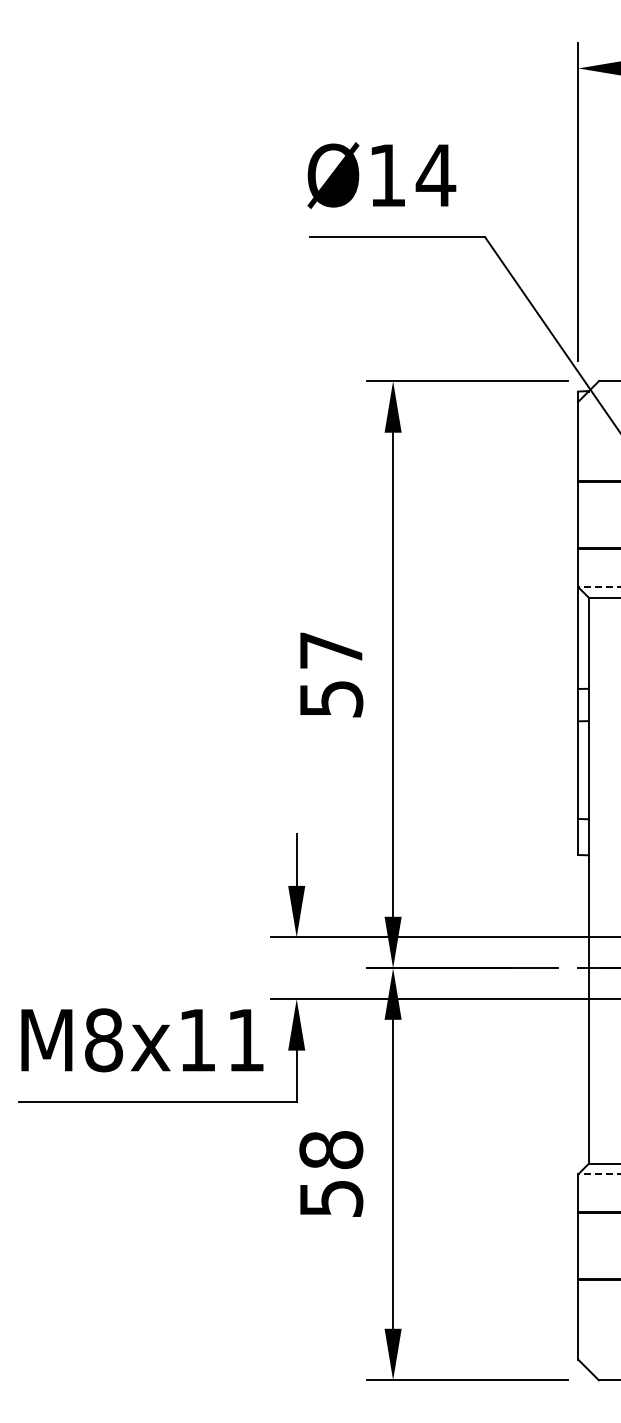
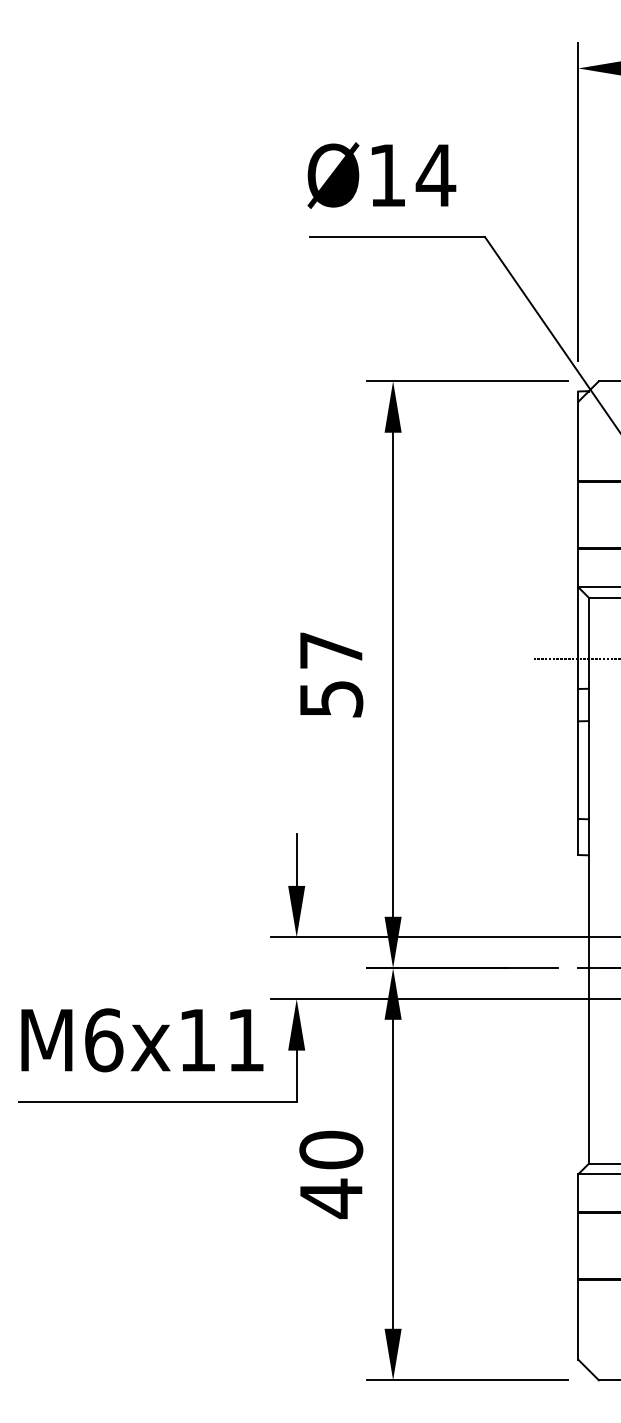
line at (599, 587): dashed -> solid
line at (575, 659): none -> present
text at (104, 1040): M8x11 -> M6x11
text at (331, 1174): 58 -> 40
line at (599, 1174): dashed -> solid
